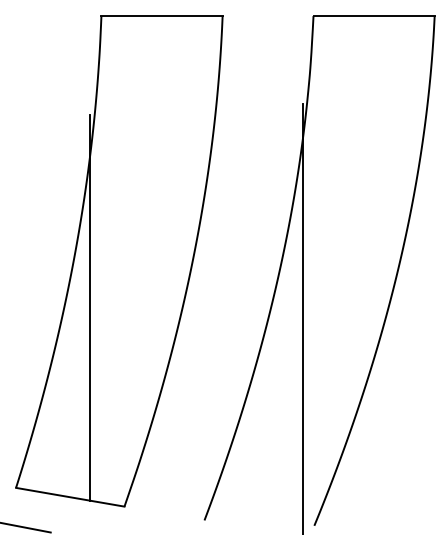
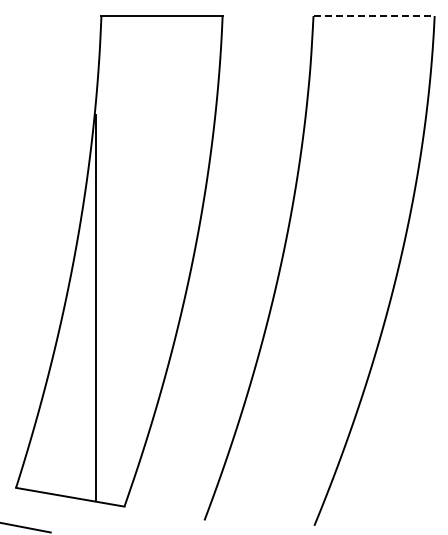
line at (374, 16): solid -> dashed
line at (90, 307) position: (90, 307) -> (96, 307)
line at (302, 317): present -> none
